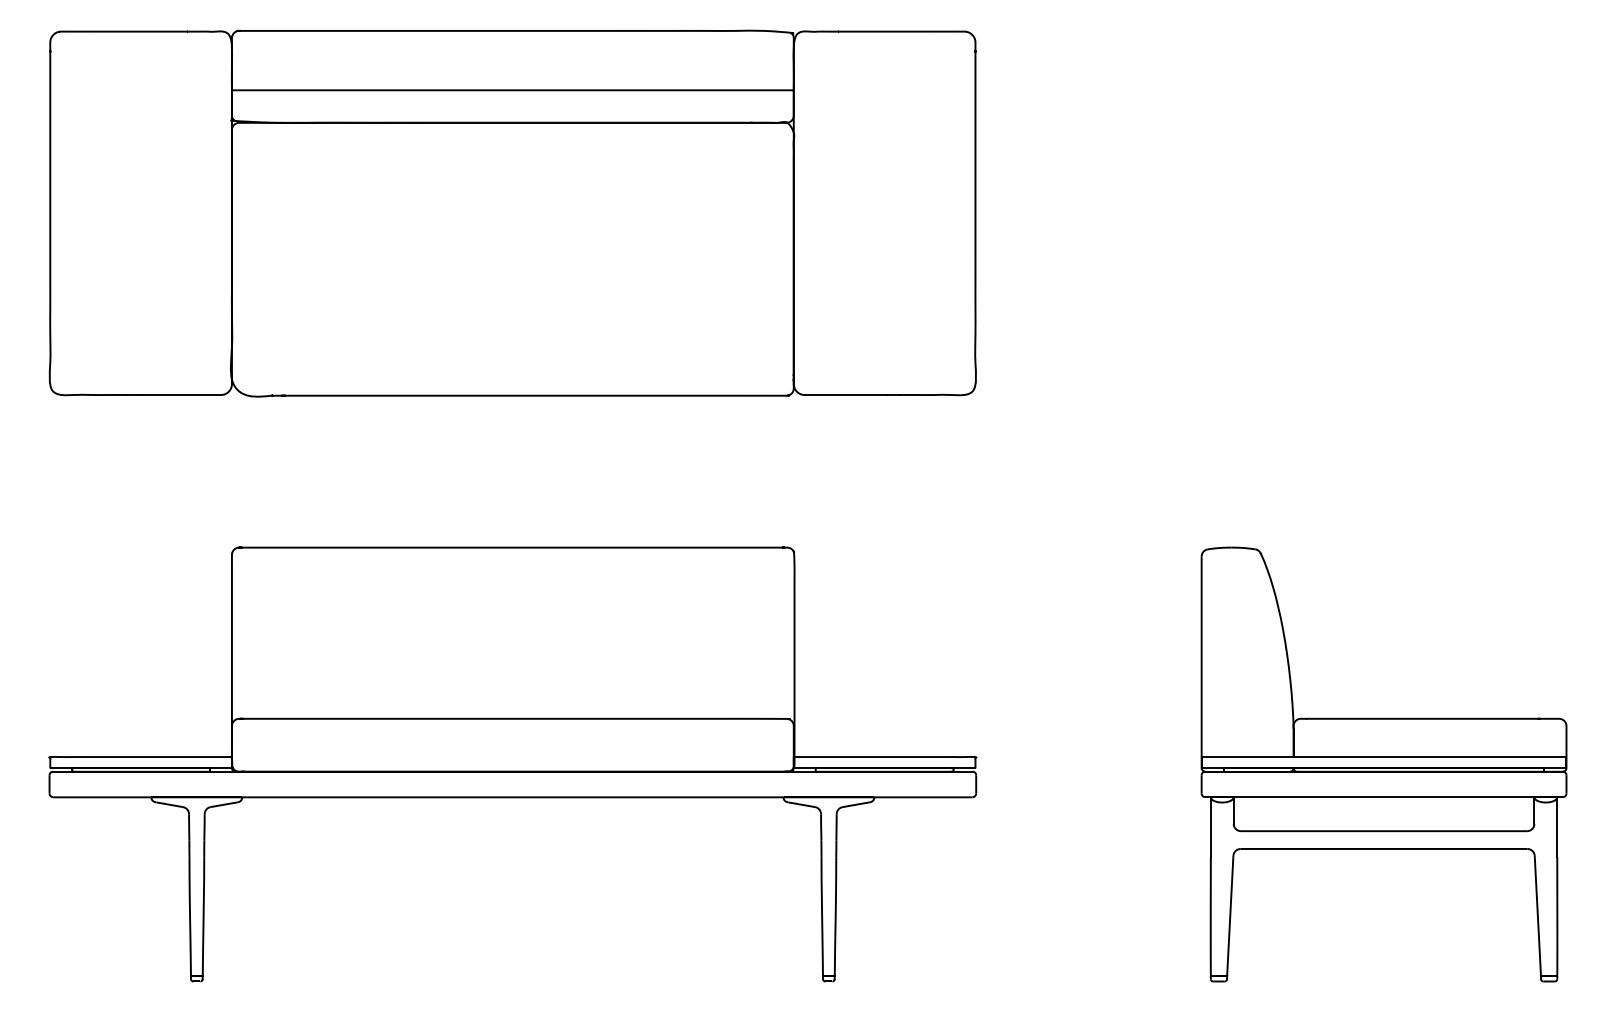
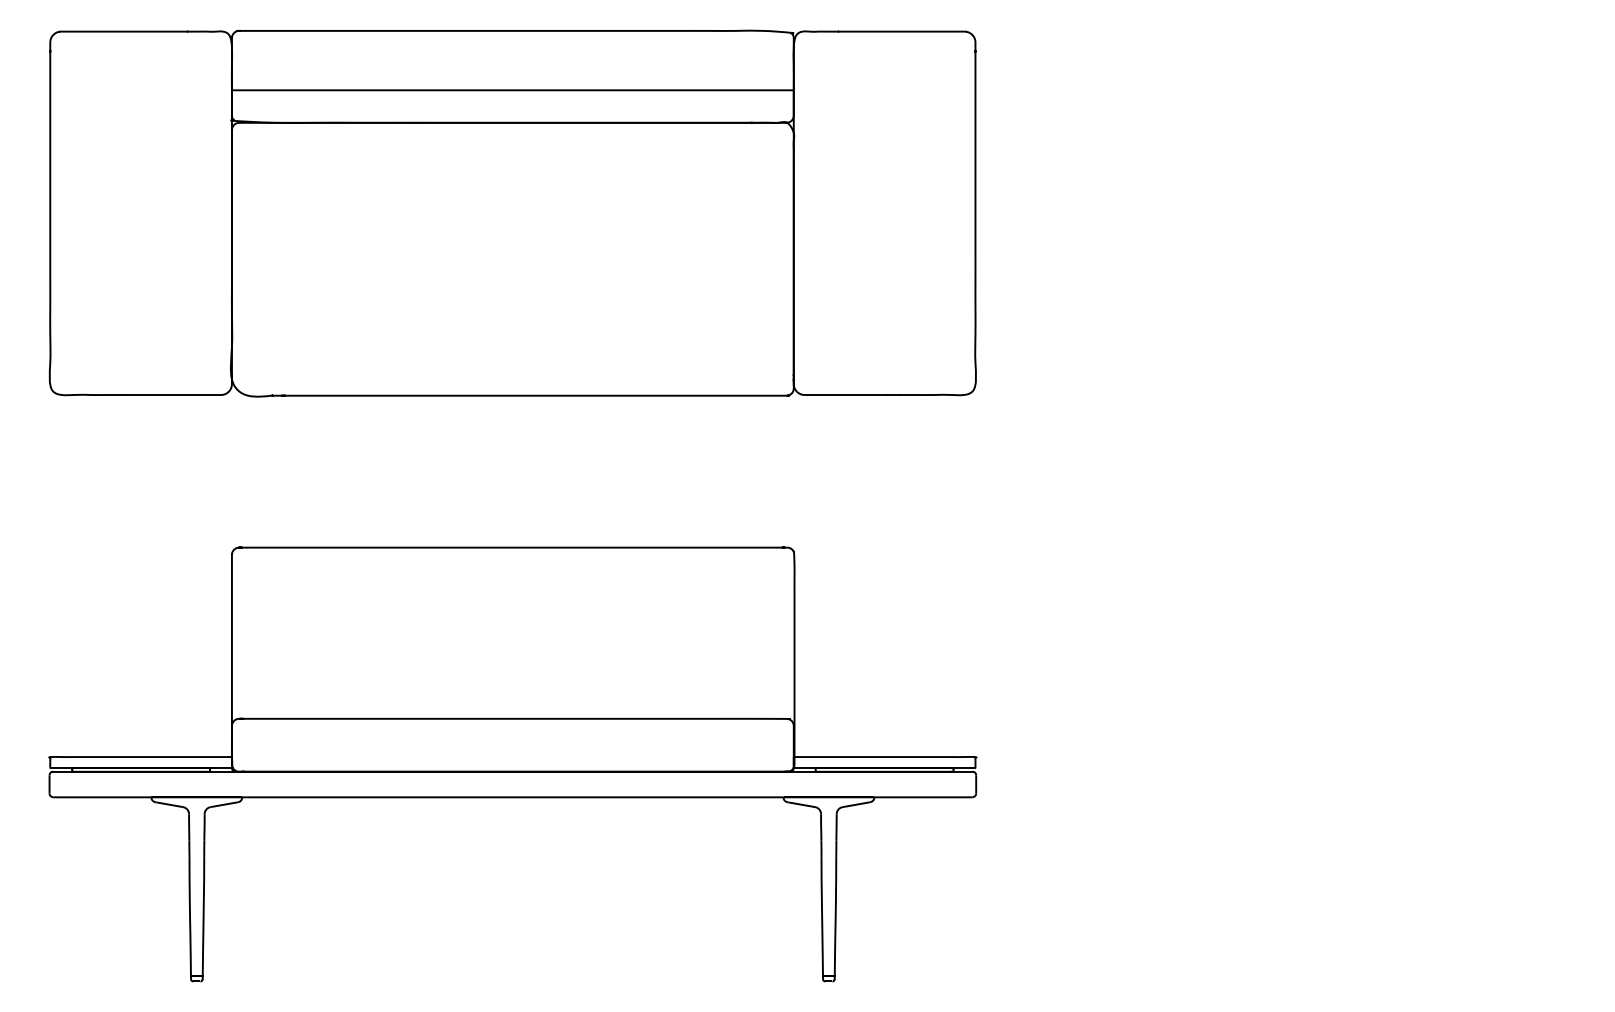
part at (1383, 764): present -> none
